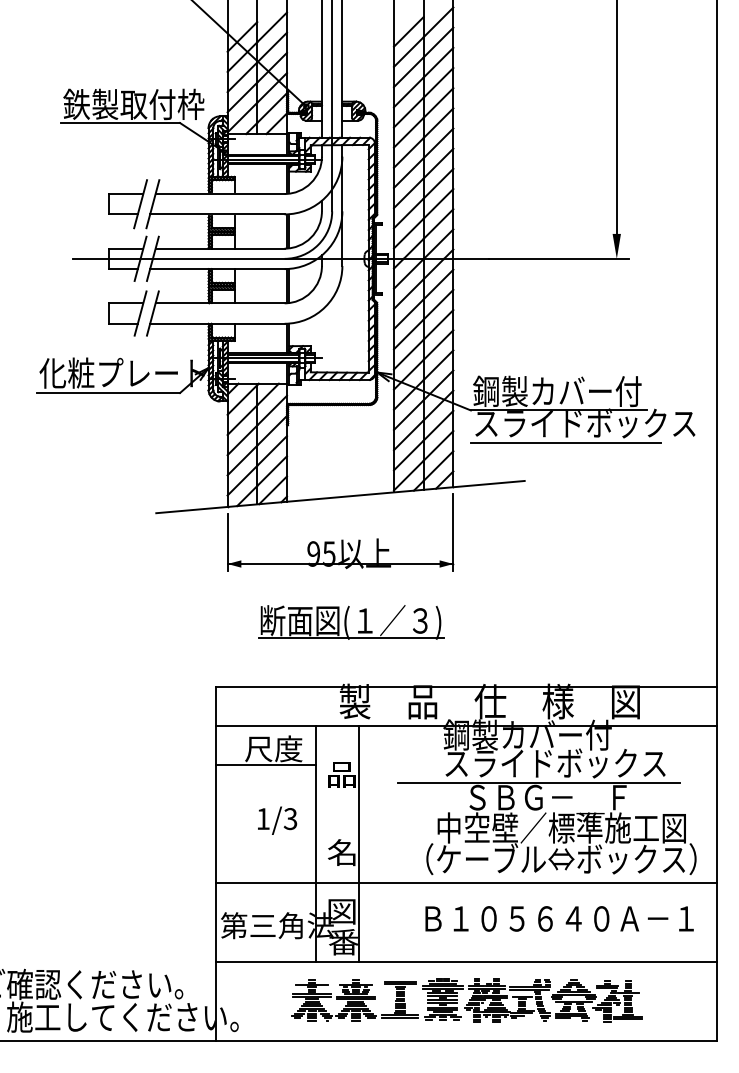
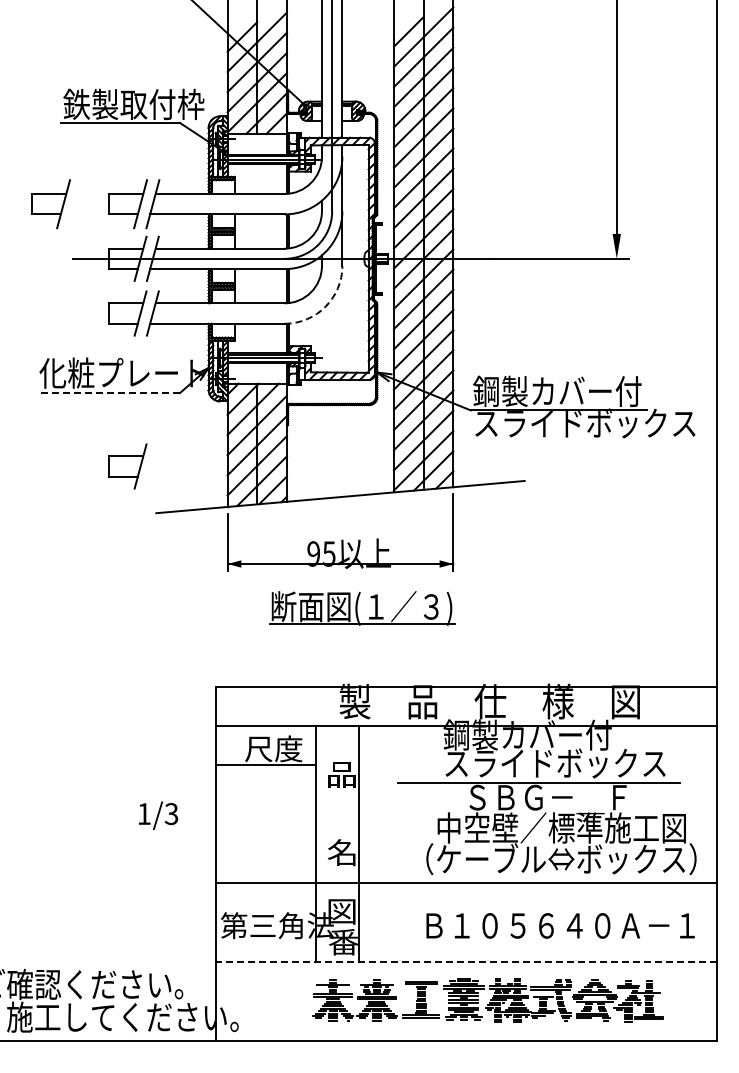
part at (50, 204): none -> present
arc at (325, 306): solid -> dashed
line at (108, 393): solid -> dashed
line at (565, 442): present -> none
part at (127, 466): none -> present
part at (351, 622) position: (351, 622) -> (362, 608)
text at (277, 820) position: (277, 820) -> (158, 815)
text at (559, 918) position: (559, 918) -> (560, 925)
line at (465, 962): solid -> dashed
part at (466, 1000) position: (466, 1000) -> (487, 1000)
